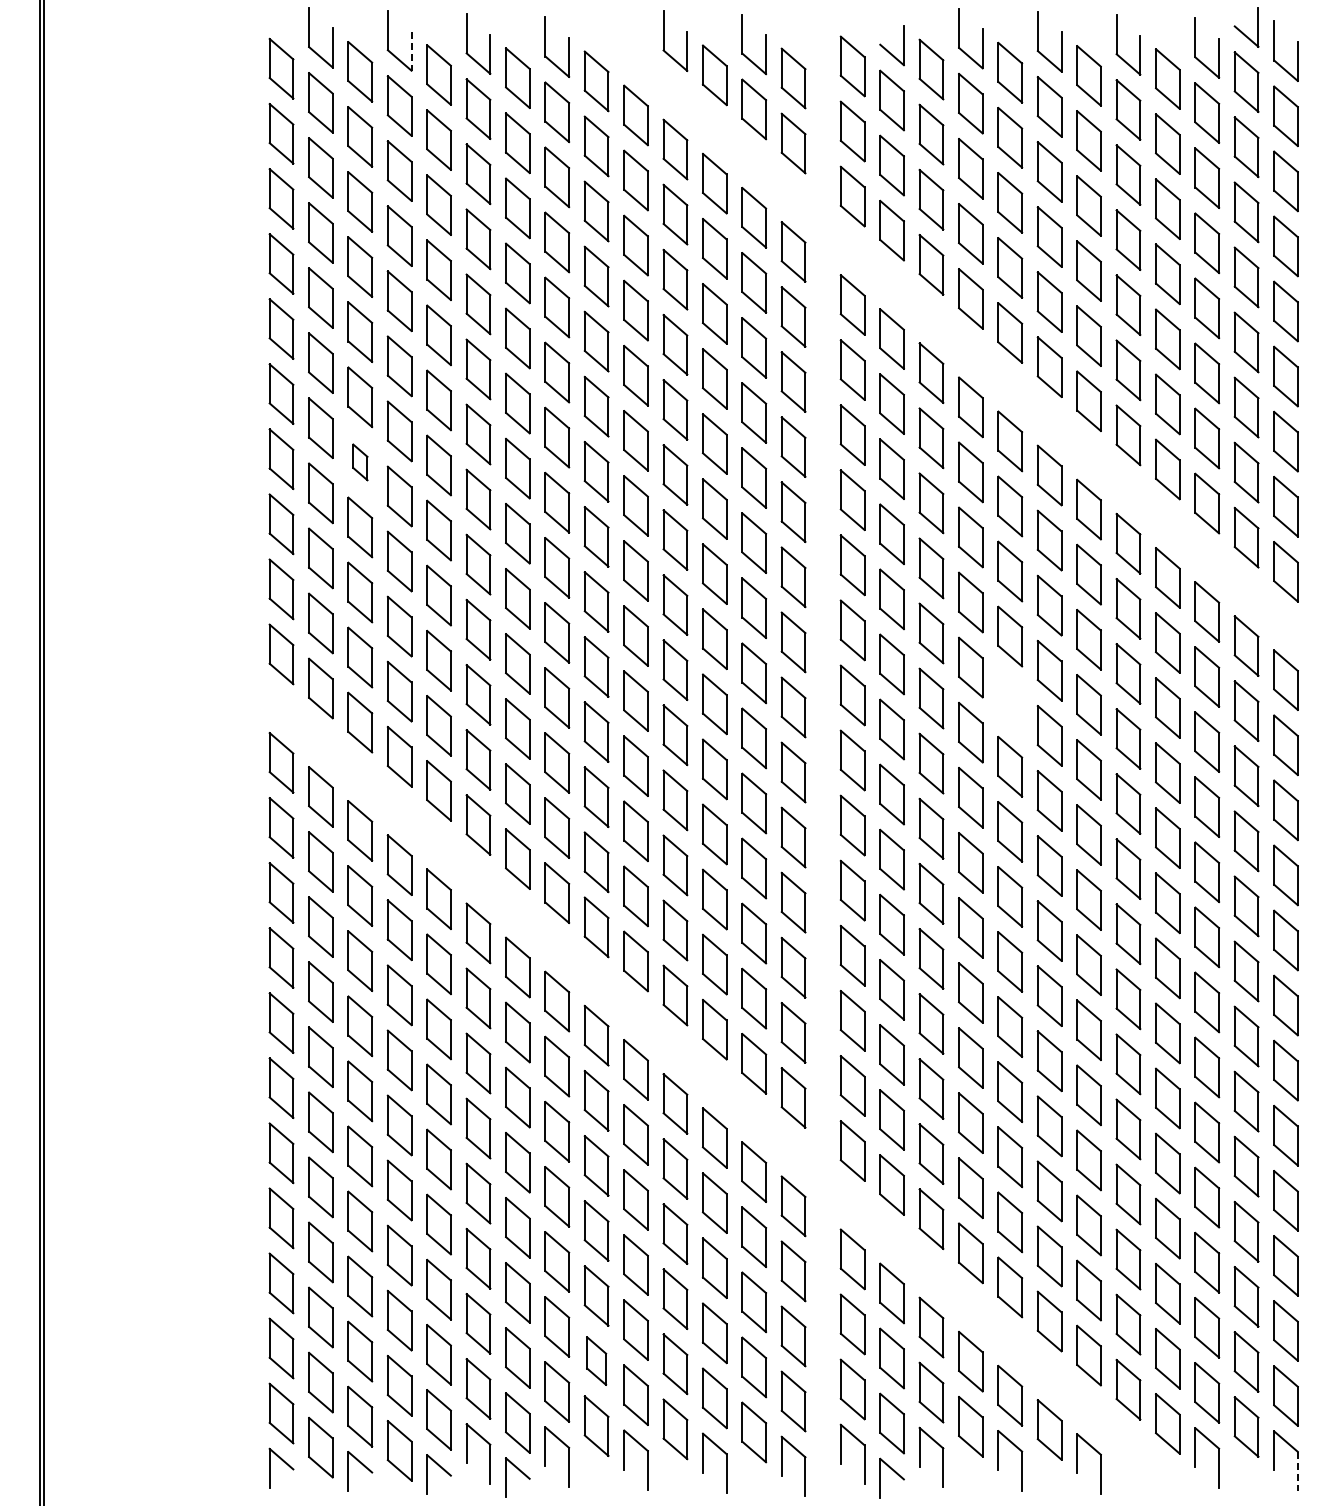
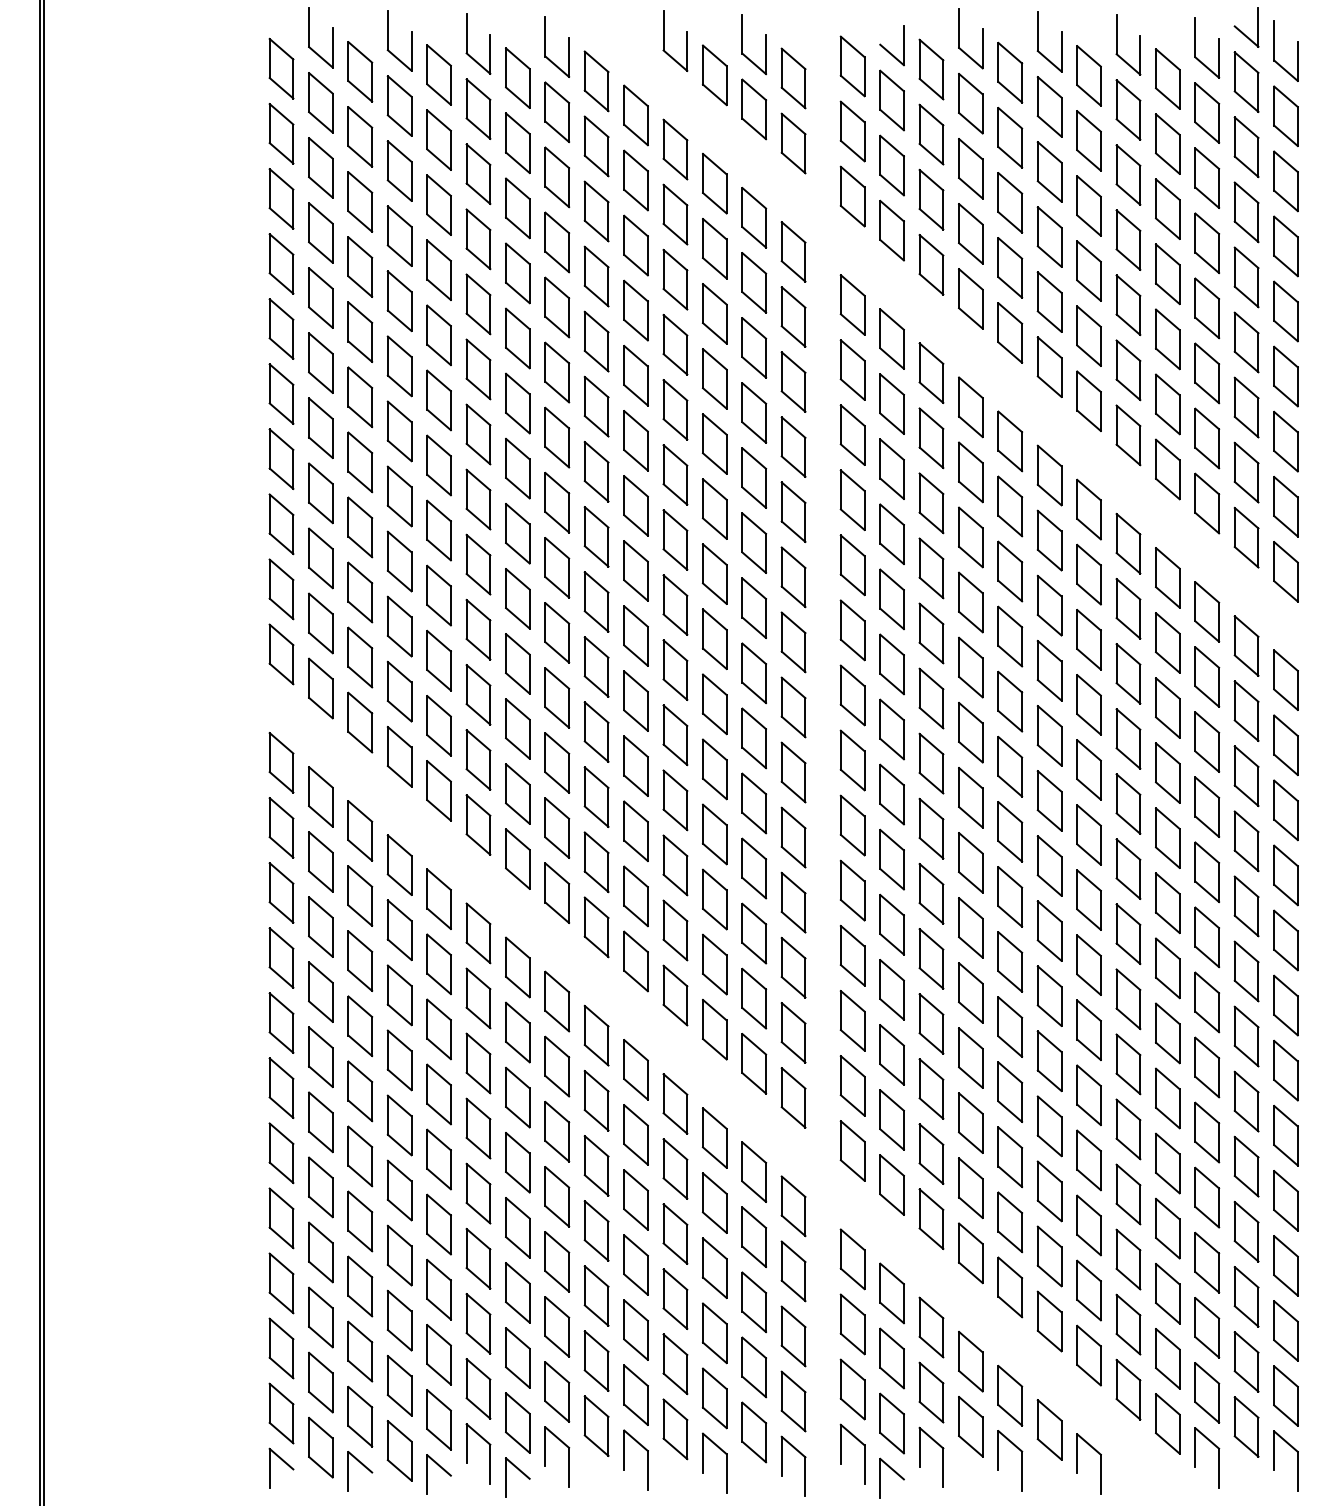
line at (411, 51): dashed -> solid
part at (360, 462) size: 17x39 px -> 27x63 px
part at (1010, 701): none -> present
part at (596, 1360) size: 22x50 px -> 27x62 px
line at (1297, 1471): dashed -> solid
